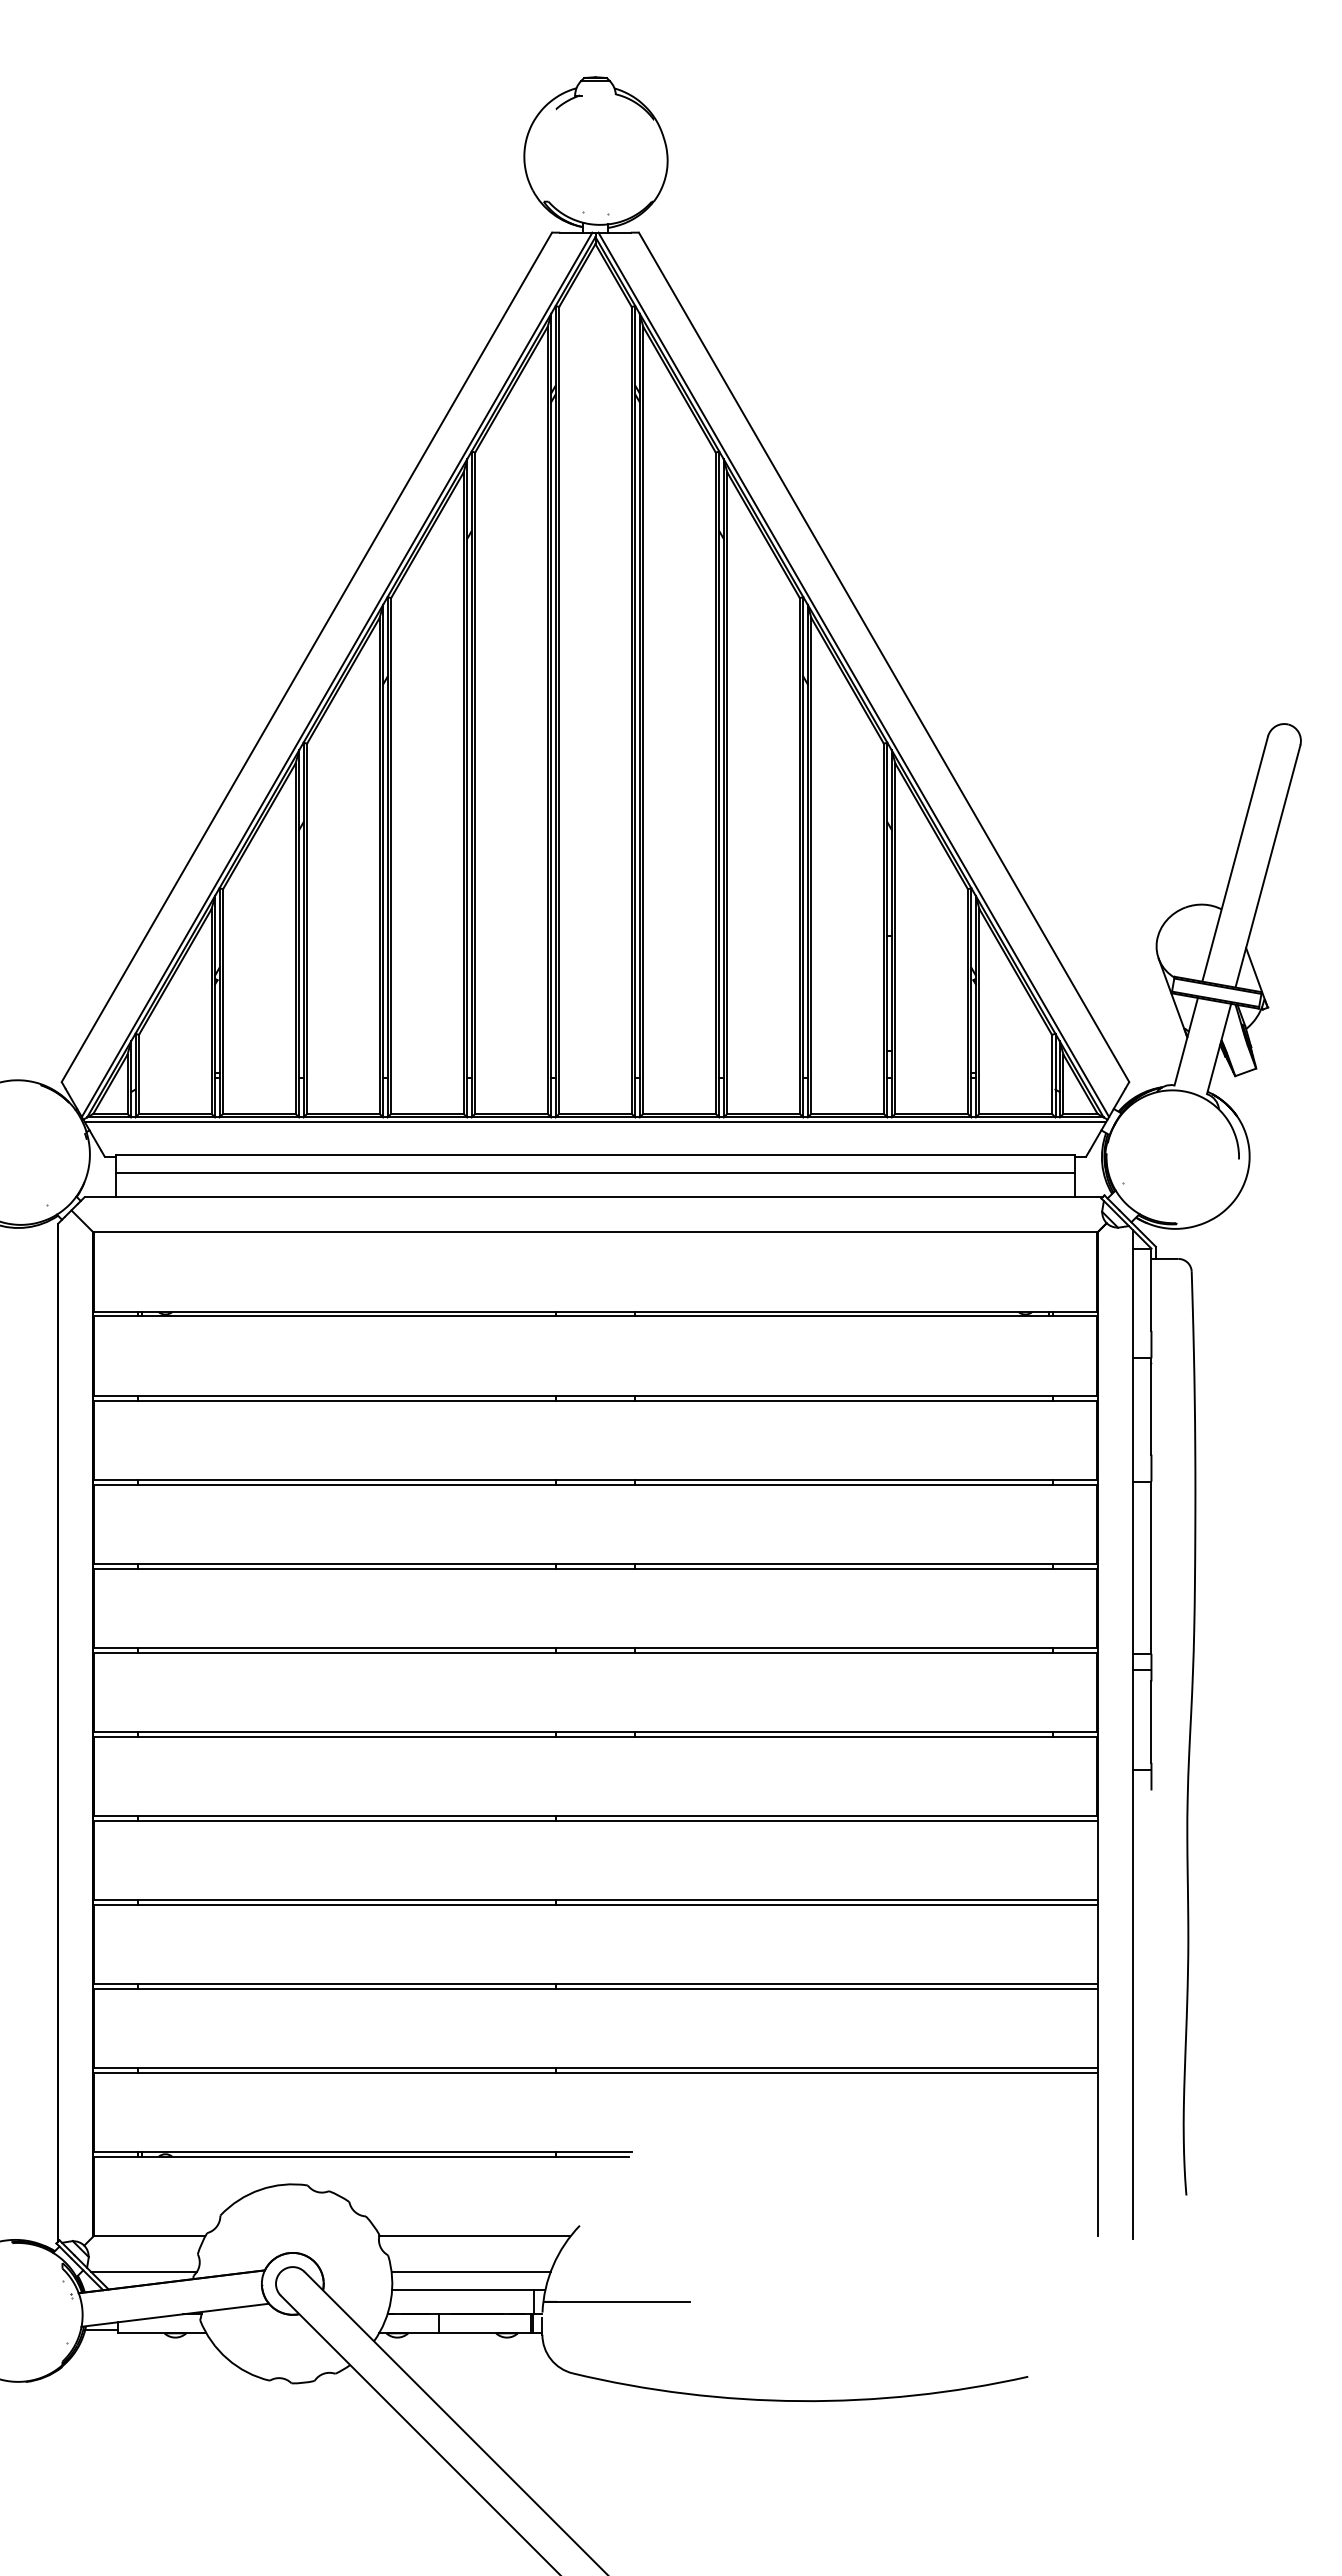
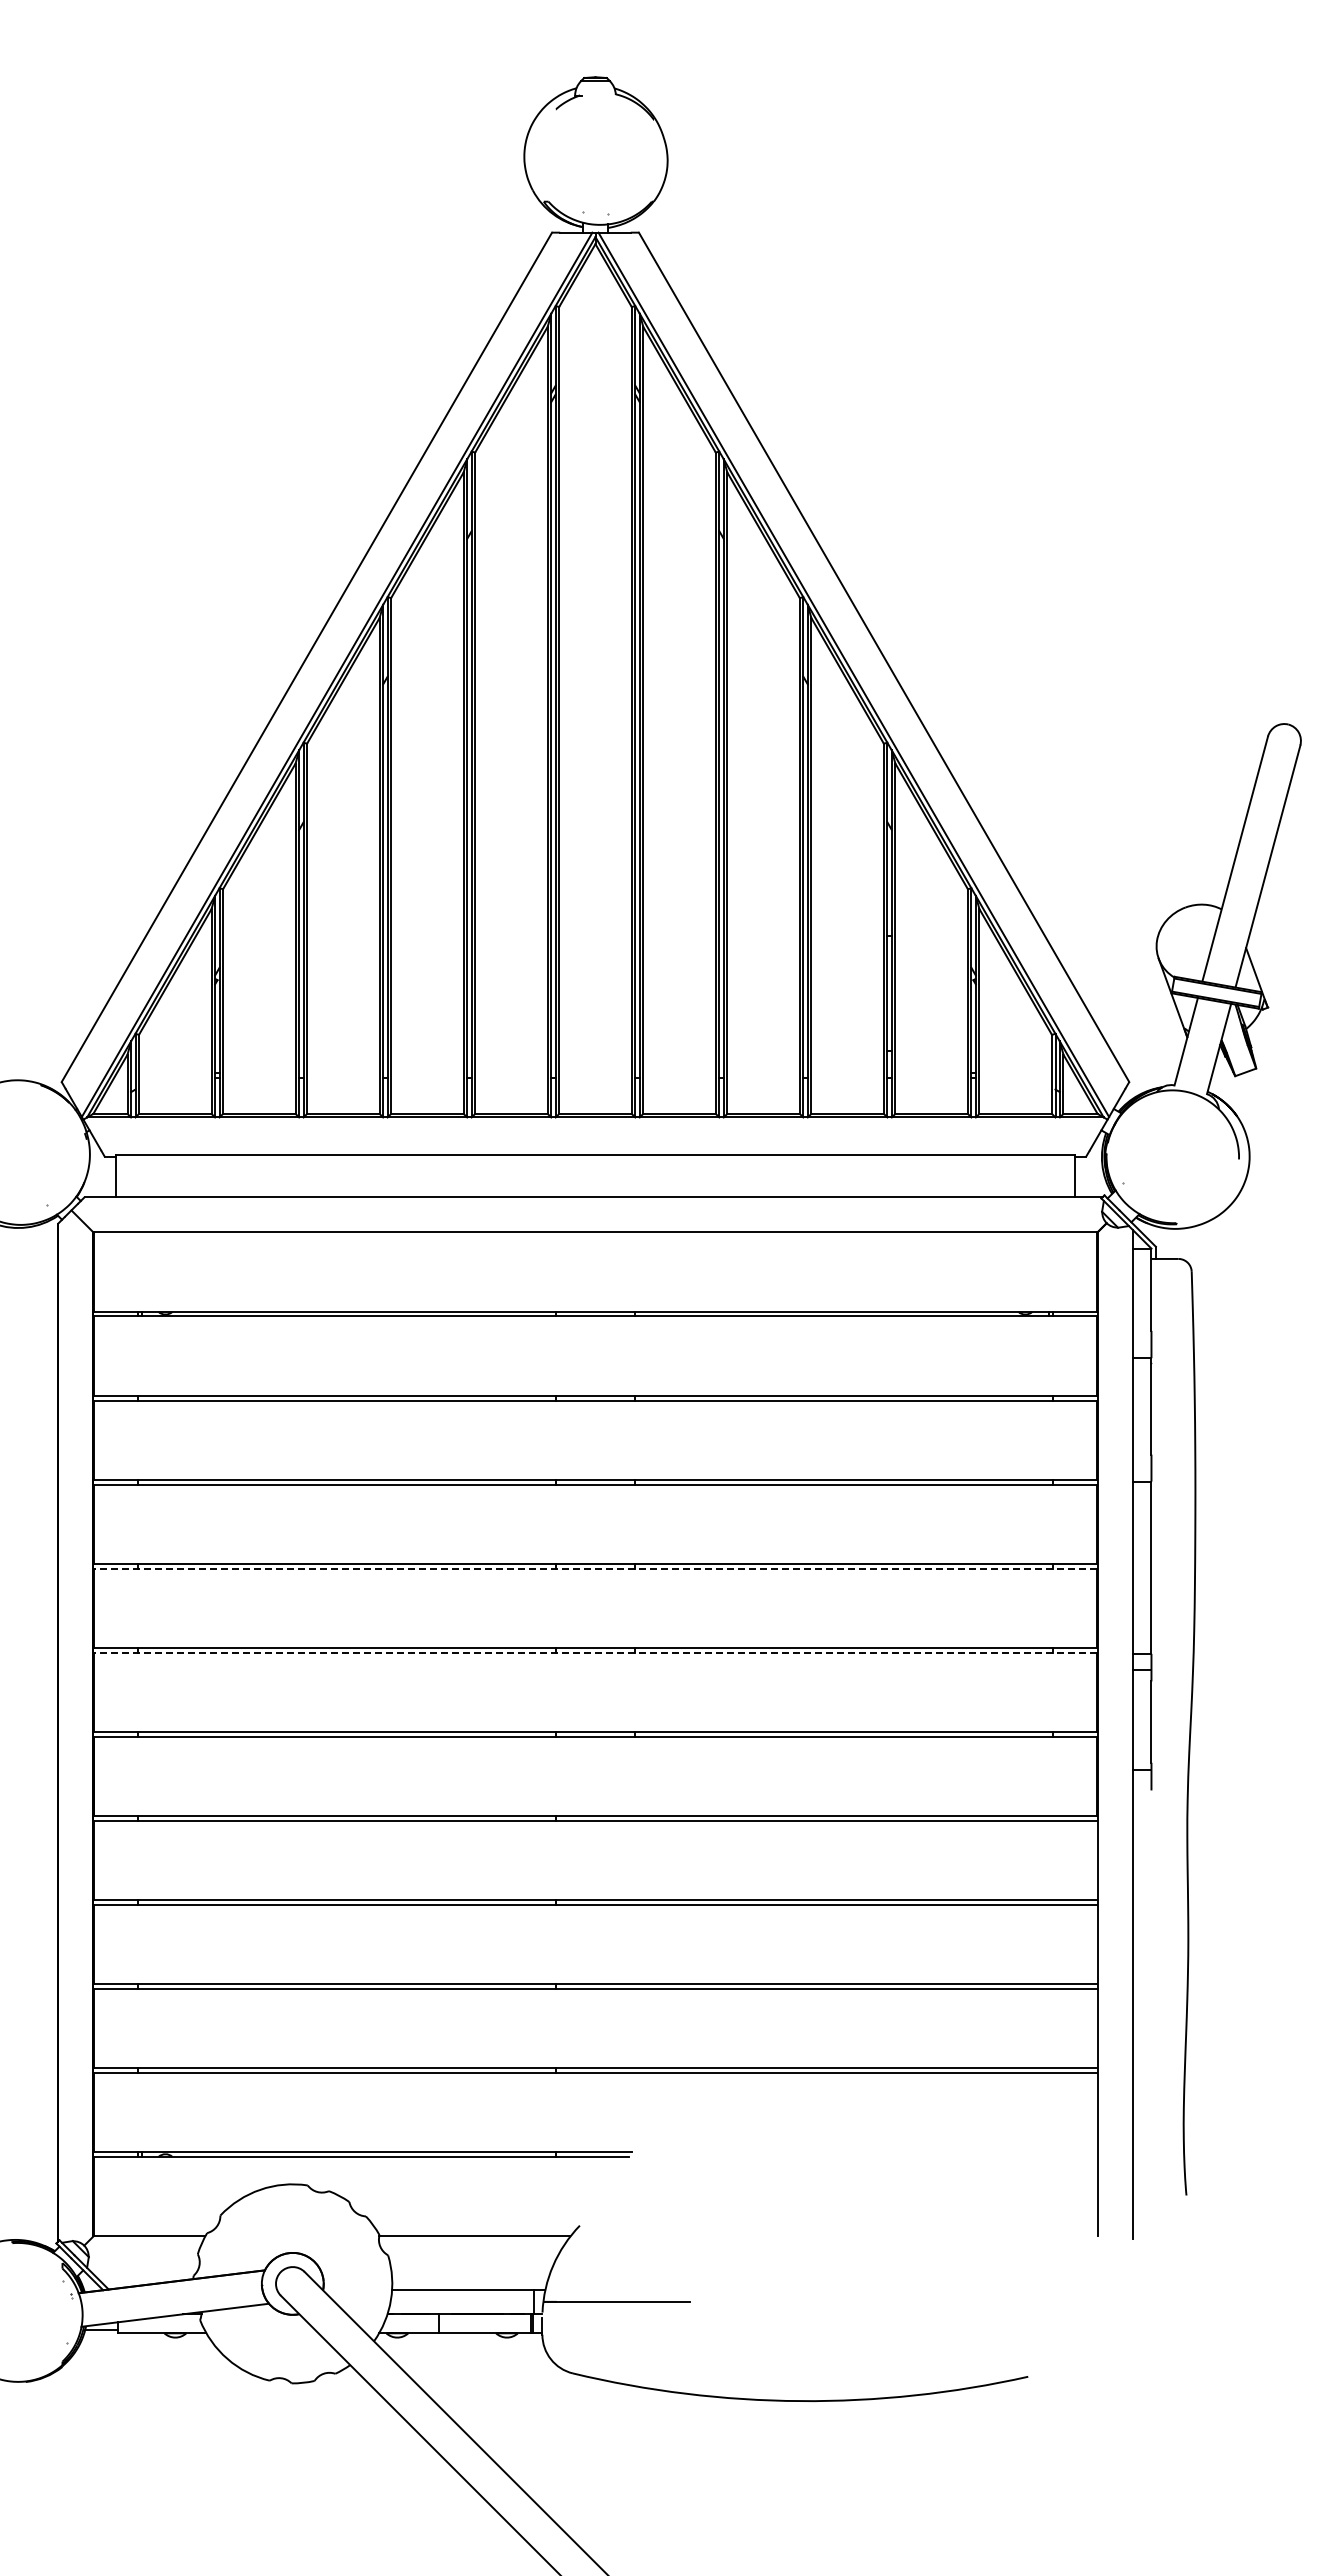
line at (595, 1122): present -> none
line at (595, 1173): present -> none
line at (595, 1568): solid -> dashed
line at (595, 1652): solid -> dashed
line at (144, 2271): present -> none
line at (470, 2271): present -> none
